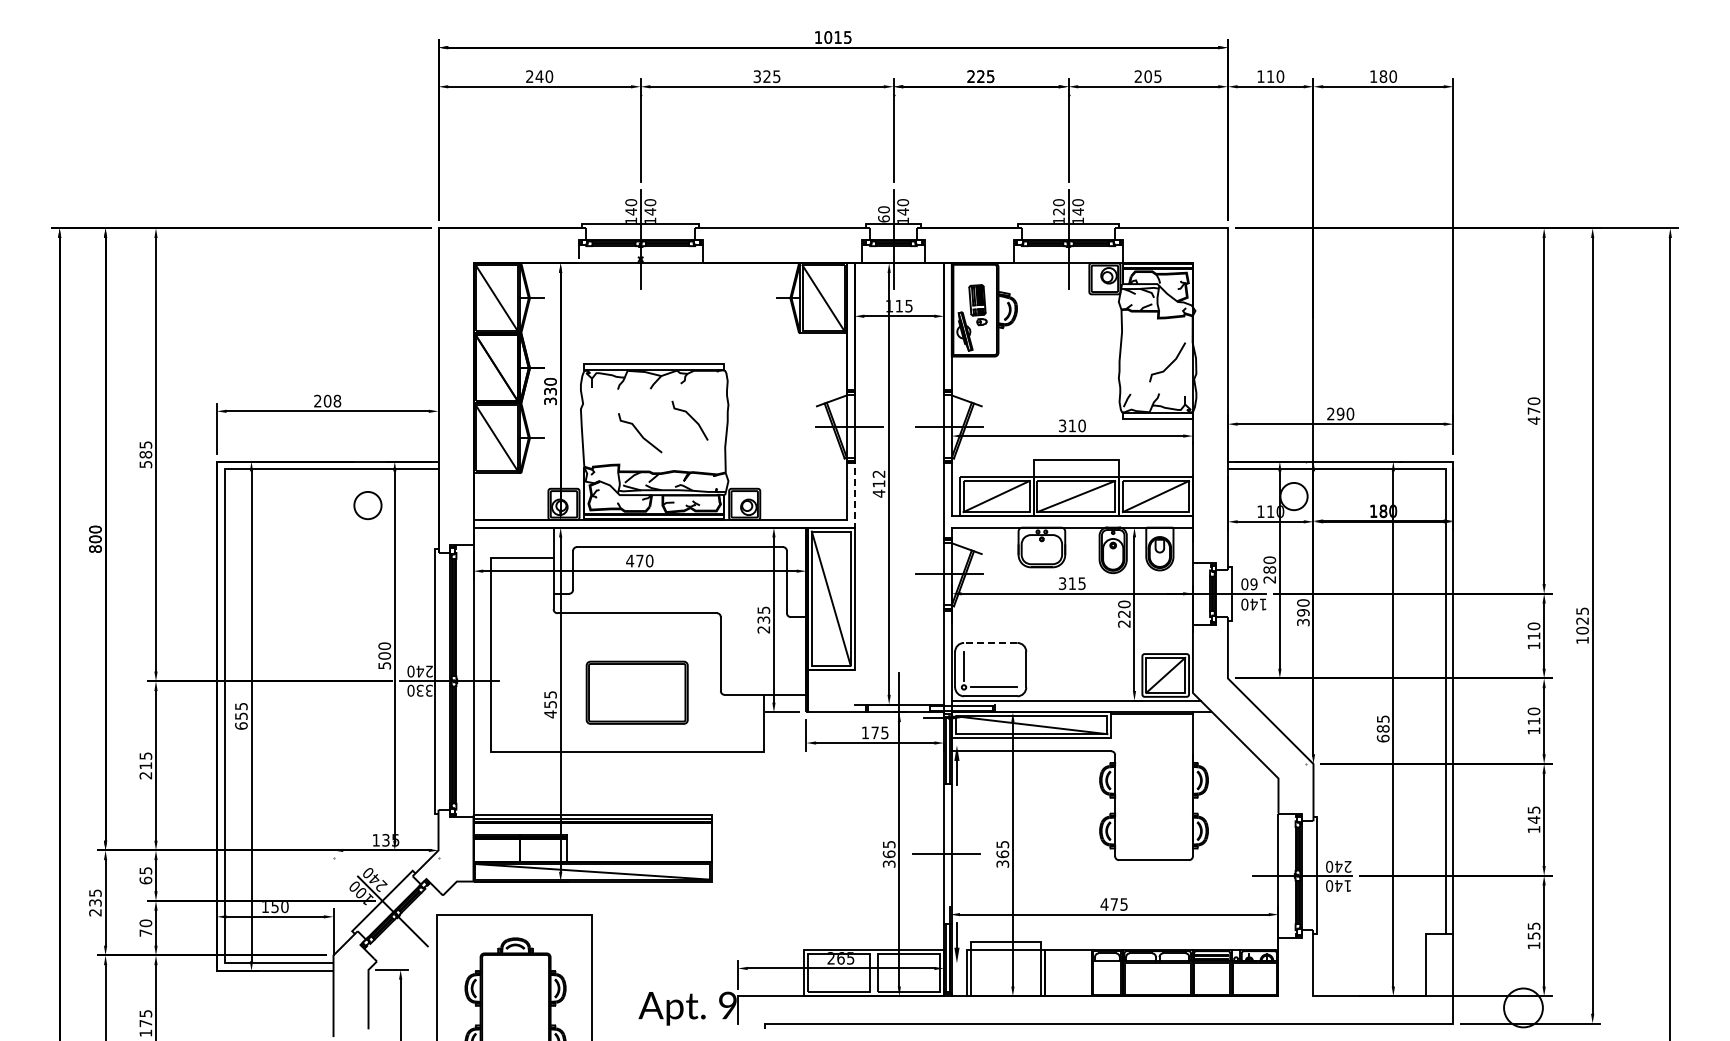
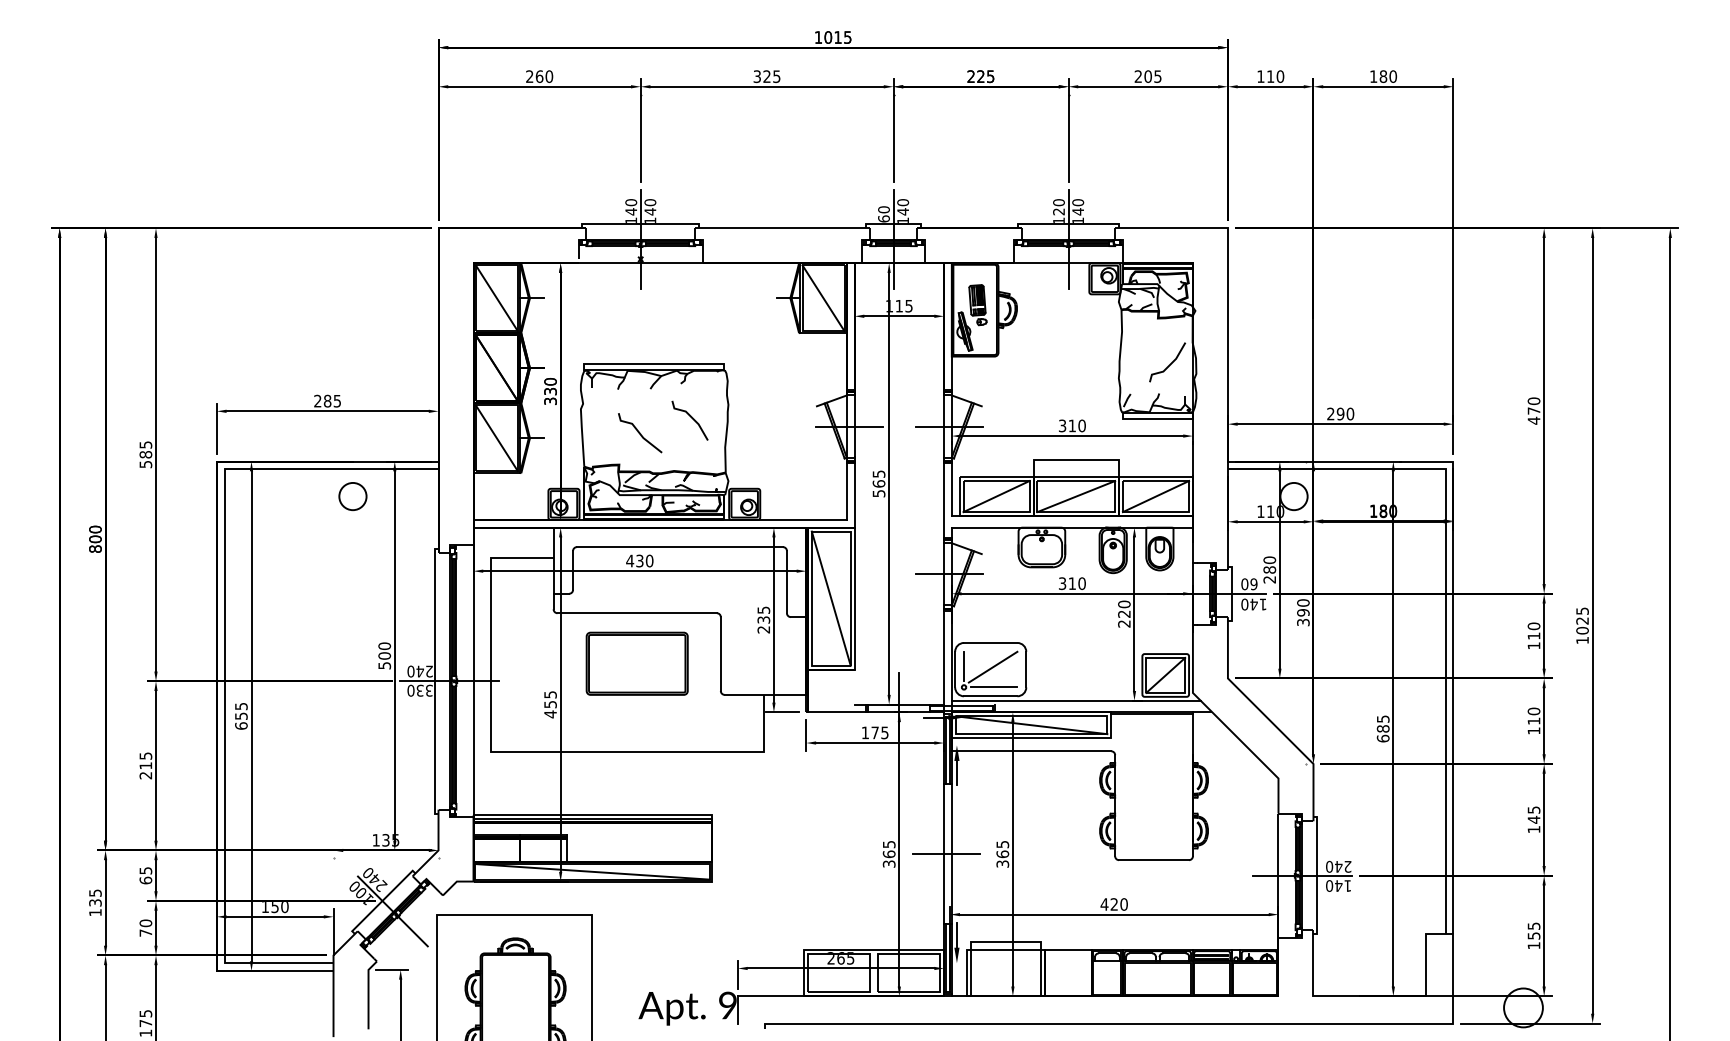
text at (539, 76): 240 -> 260
text at (332, 400): 208 -> 285
text at (878, 483): 412 -> 565
line at (854, 493): dashed -> solid
circle at (367, 505) position: (367, 505) -> (352, 496)
text at (639, 560): 470 -> 430
text at (1081, 583): 315 -> 310
line at (990, 642): dashed -> solid
line at (992, 666): none -> present
part at (636, 692) position: (636, 692) -> (636, 663)
text at (1118, 904): 475 -> 420
text at (95, 912): 235 -> 135
